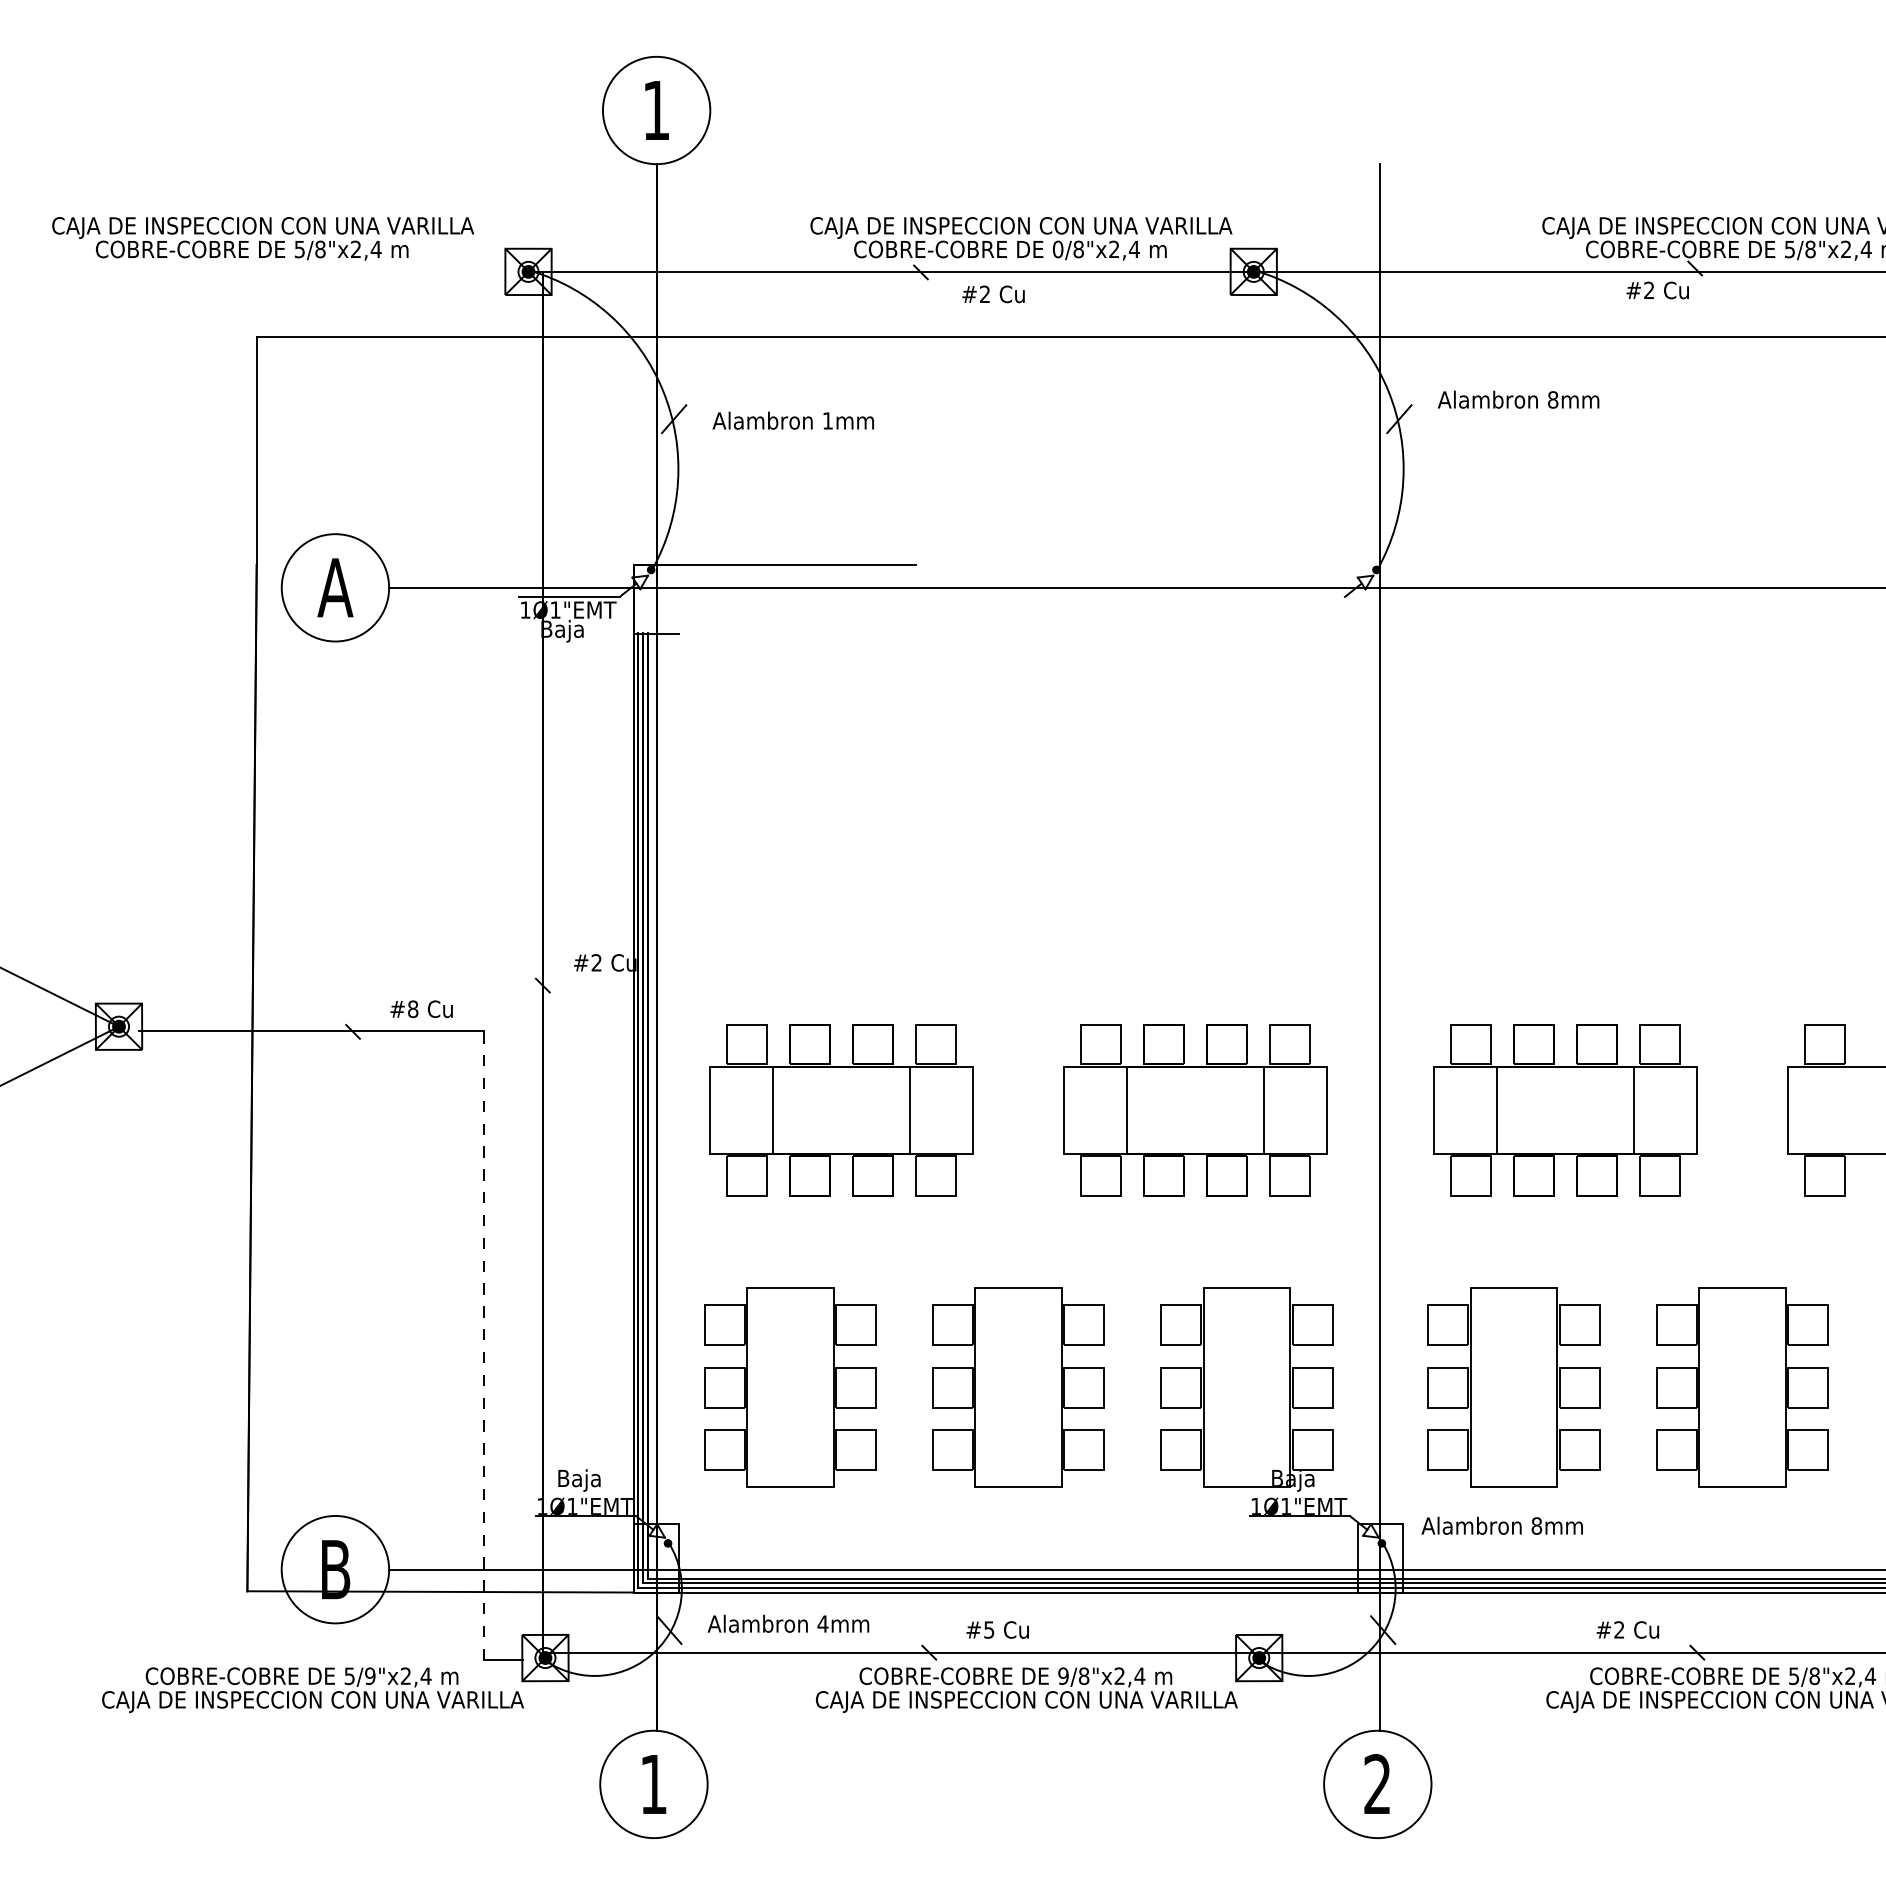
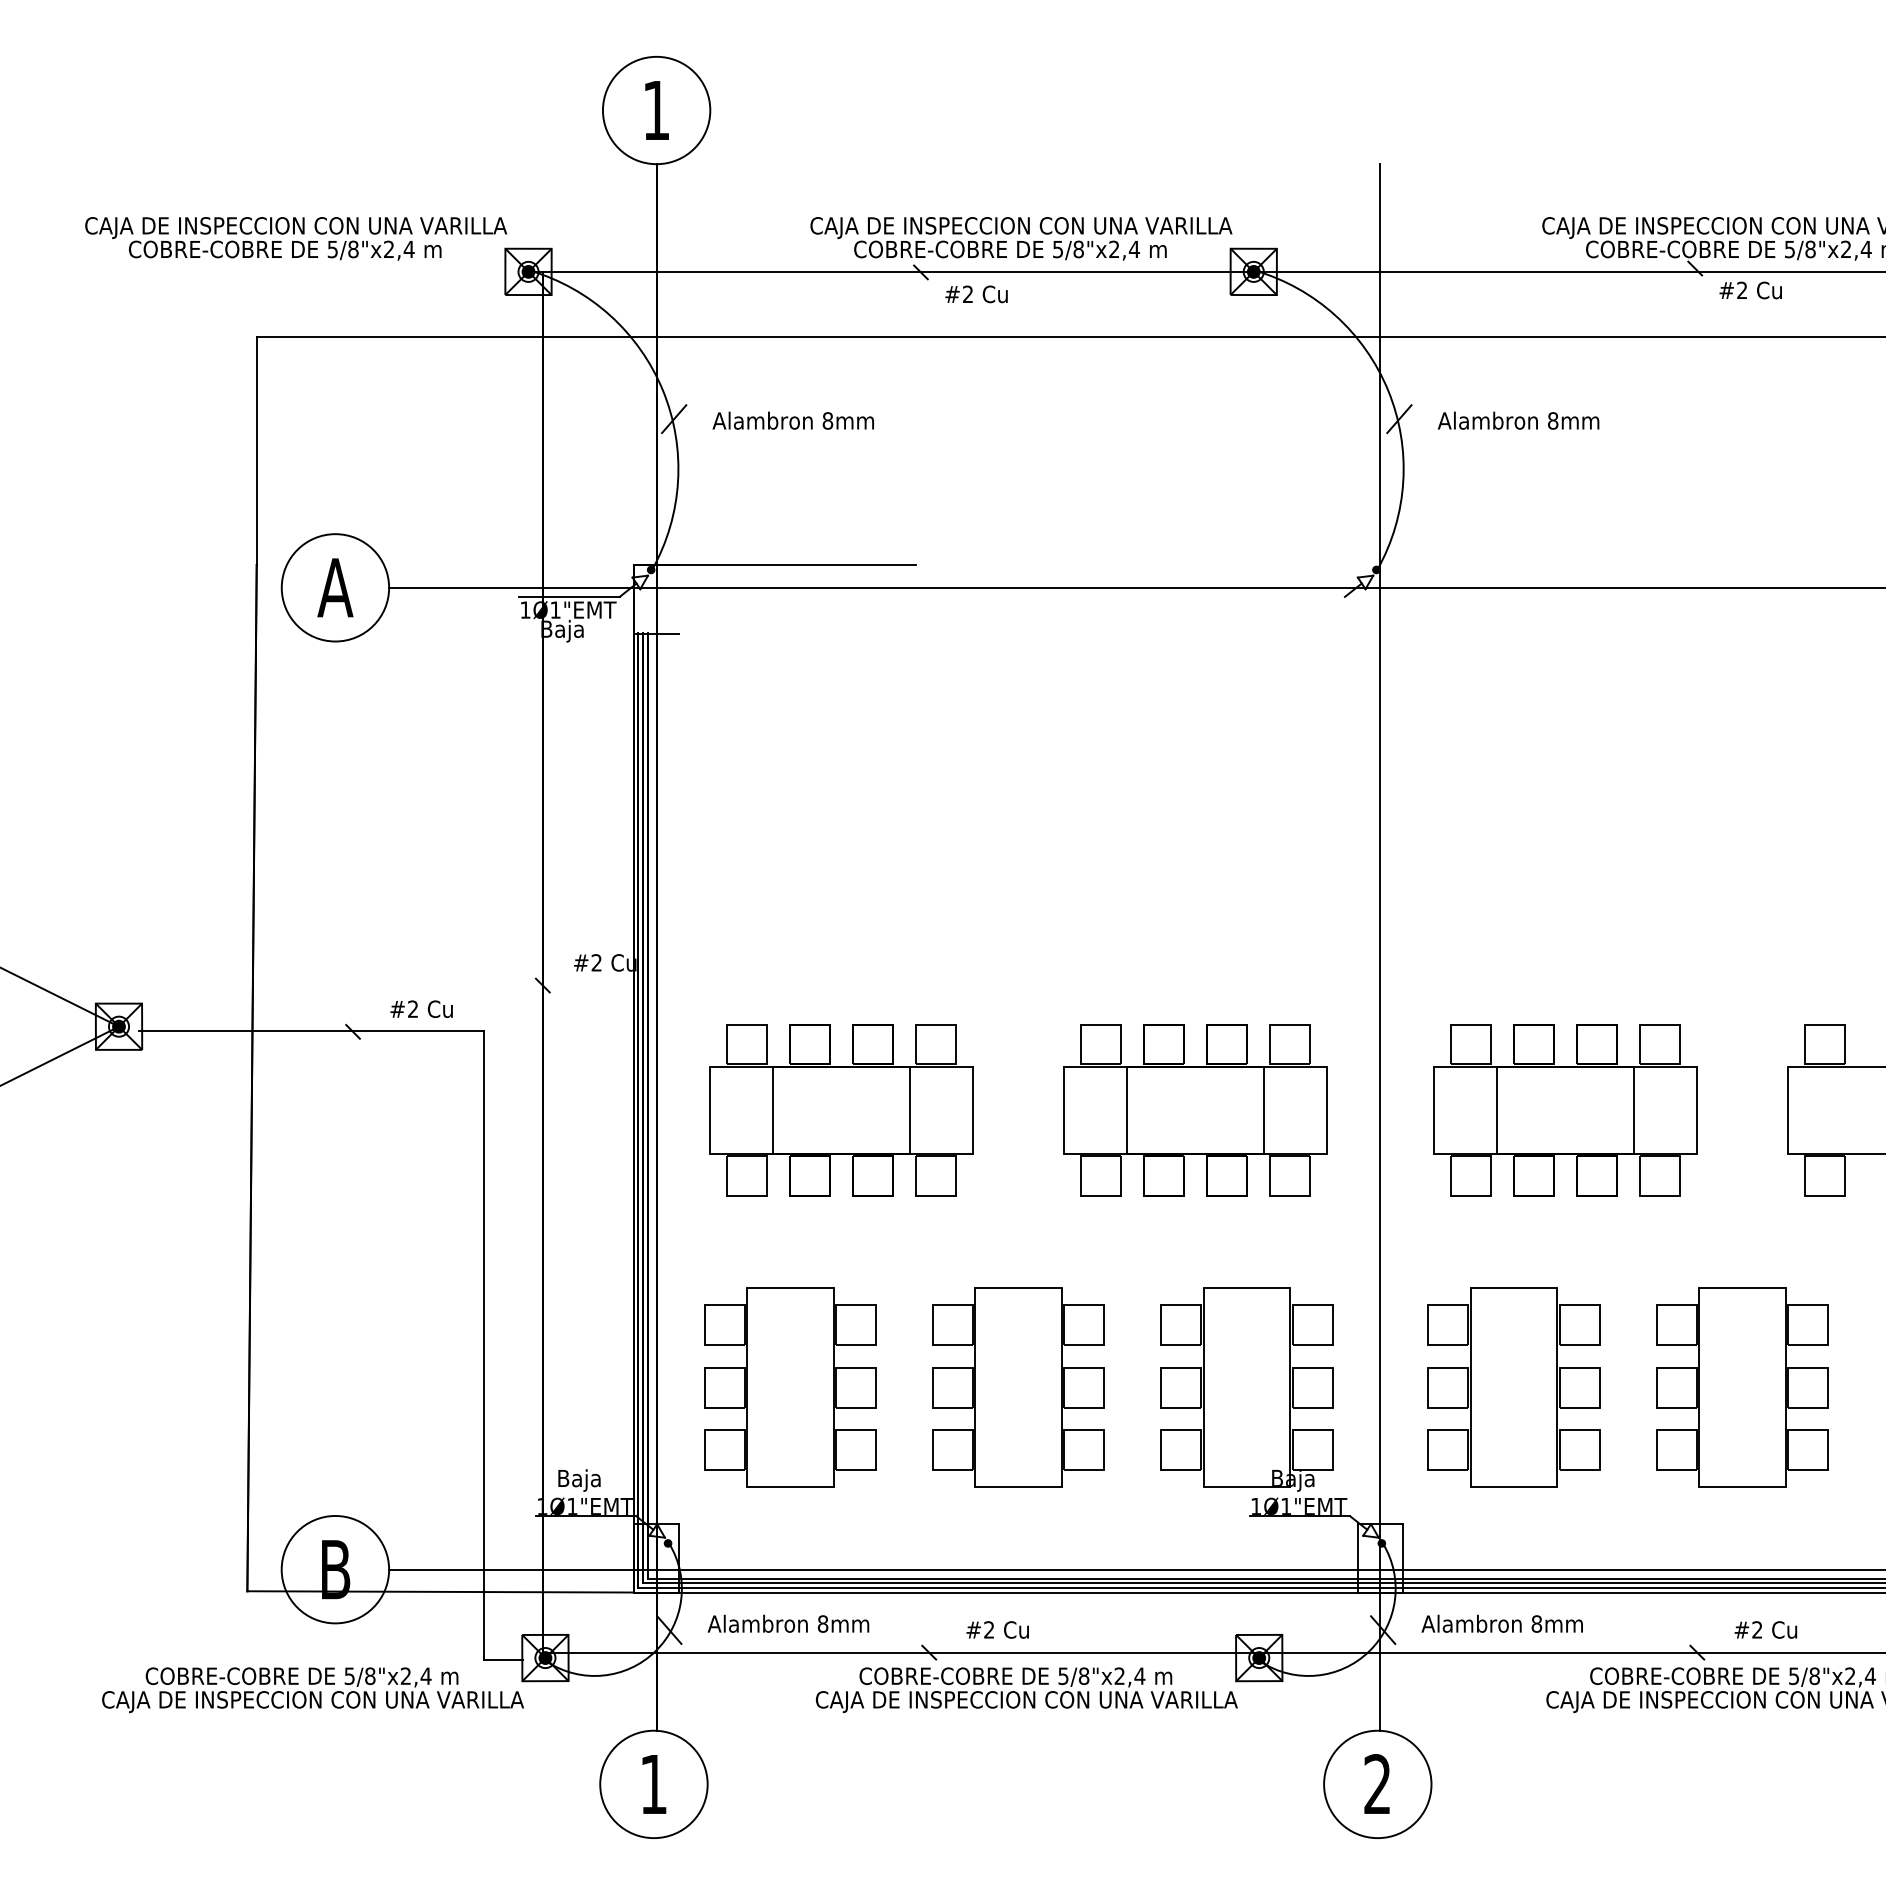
text at (263, 238) position: (263, 238) -> (296, 238)
text at (1057, 249): 0/8"x2,4 -> 5/8"x2,4
text at (1657, 290) position: (1657, 290) -> (1750, 290)
text at (993, 294) position: (993, 294) -> (976, 294)
text at (1518, 399) position: (1518, 399) -> (1518, 420)
text at (827, 420): 1mm -> 8mm
text at (413, 1009): #8 -> #2
line at (483, 1345): dashed -> solid
text at (1501, 1525) position: (1501, 1525) -> (1501, 1623)
text at (822, 1623): 4mm -> 8mm
text at (989, 1629): #5 -> #2
text at (1627, 1629) position: (1627, 1629) -> (1765, 1629)
text at (1063, 1675): 9/8"x2,4 -> 5/8"x2,4
text at (370, 1676): 5/9"x2,4 -> 5/8"x2,4
